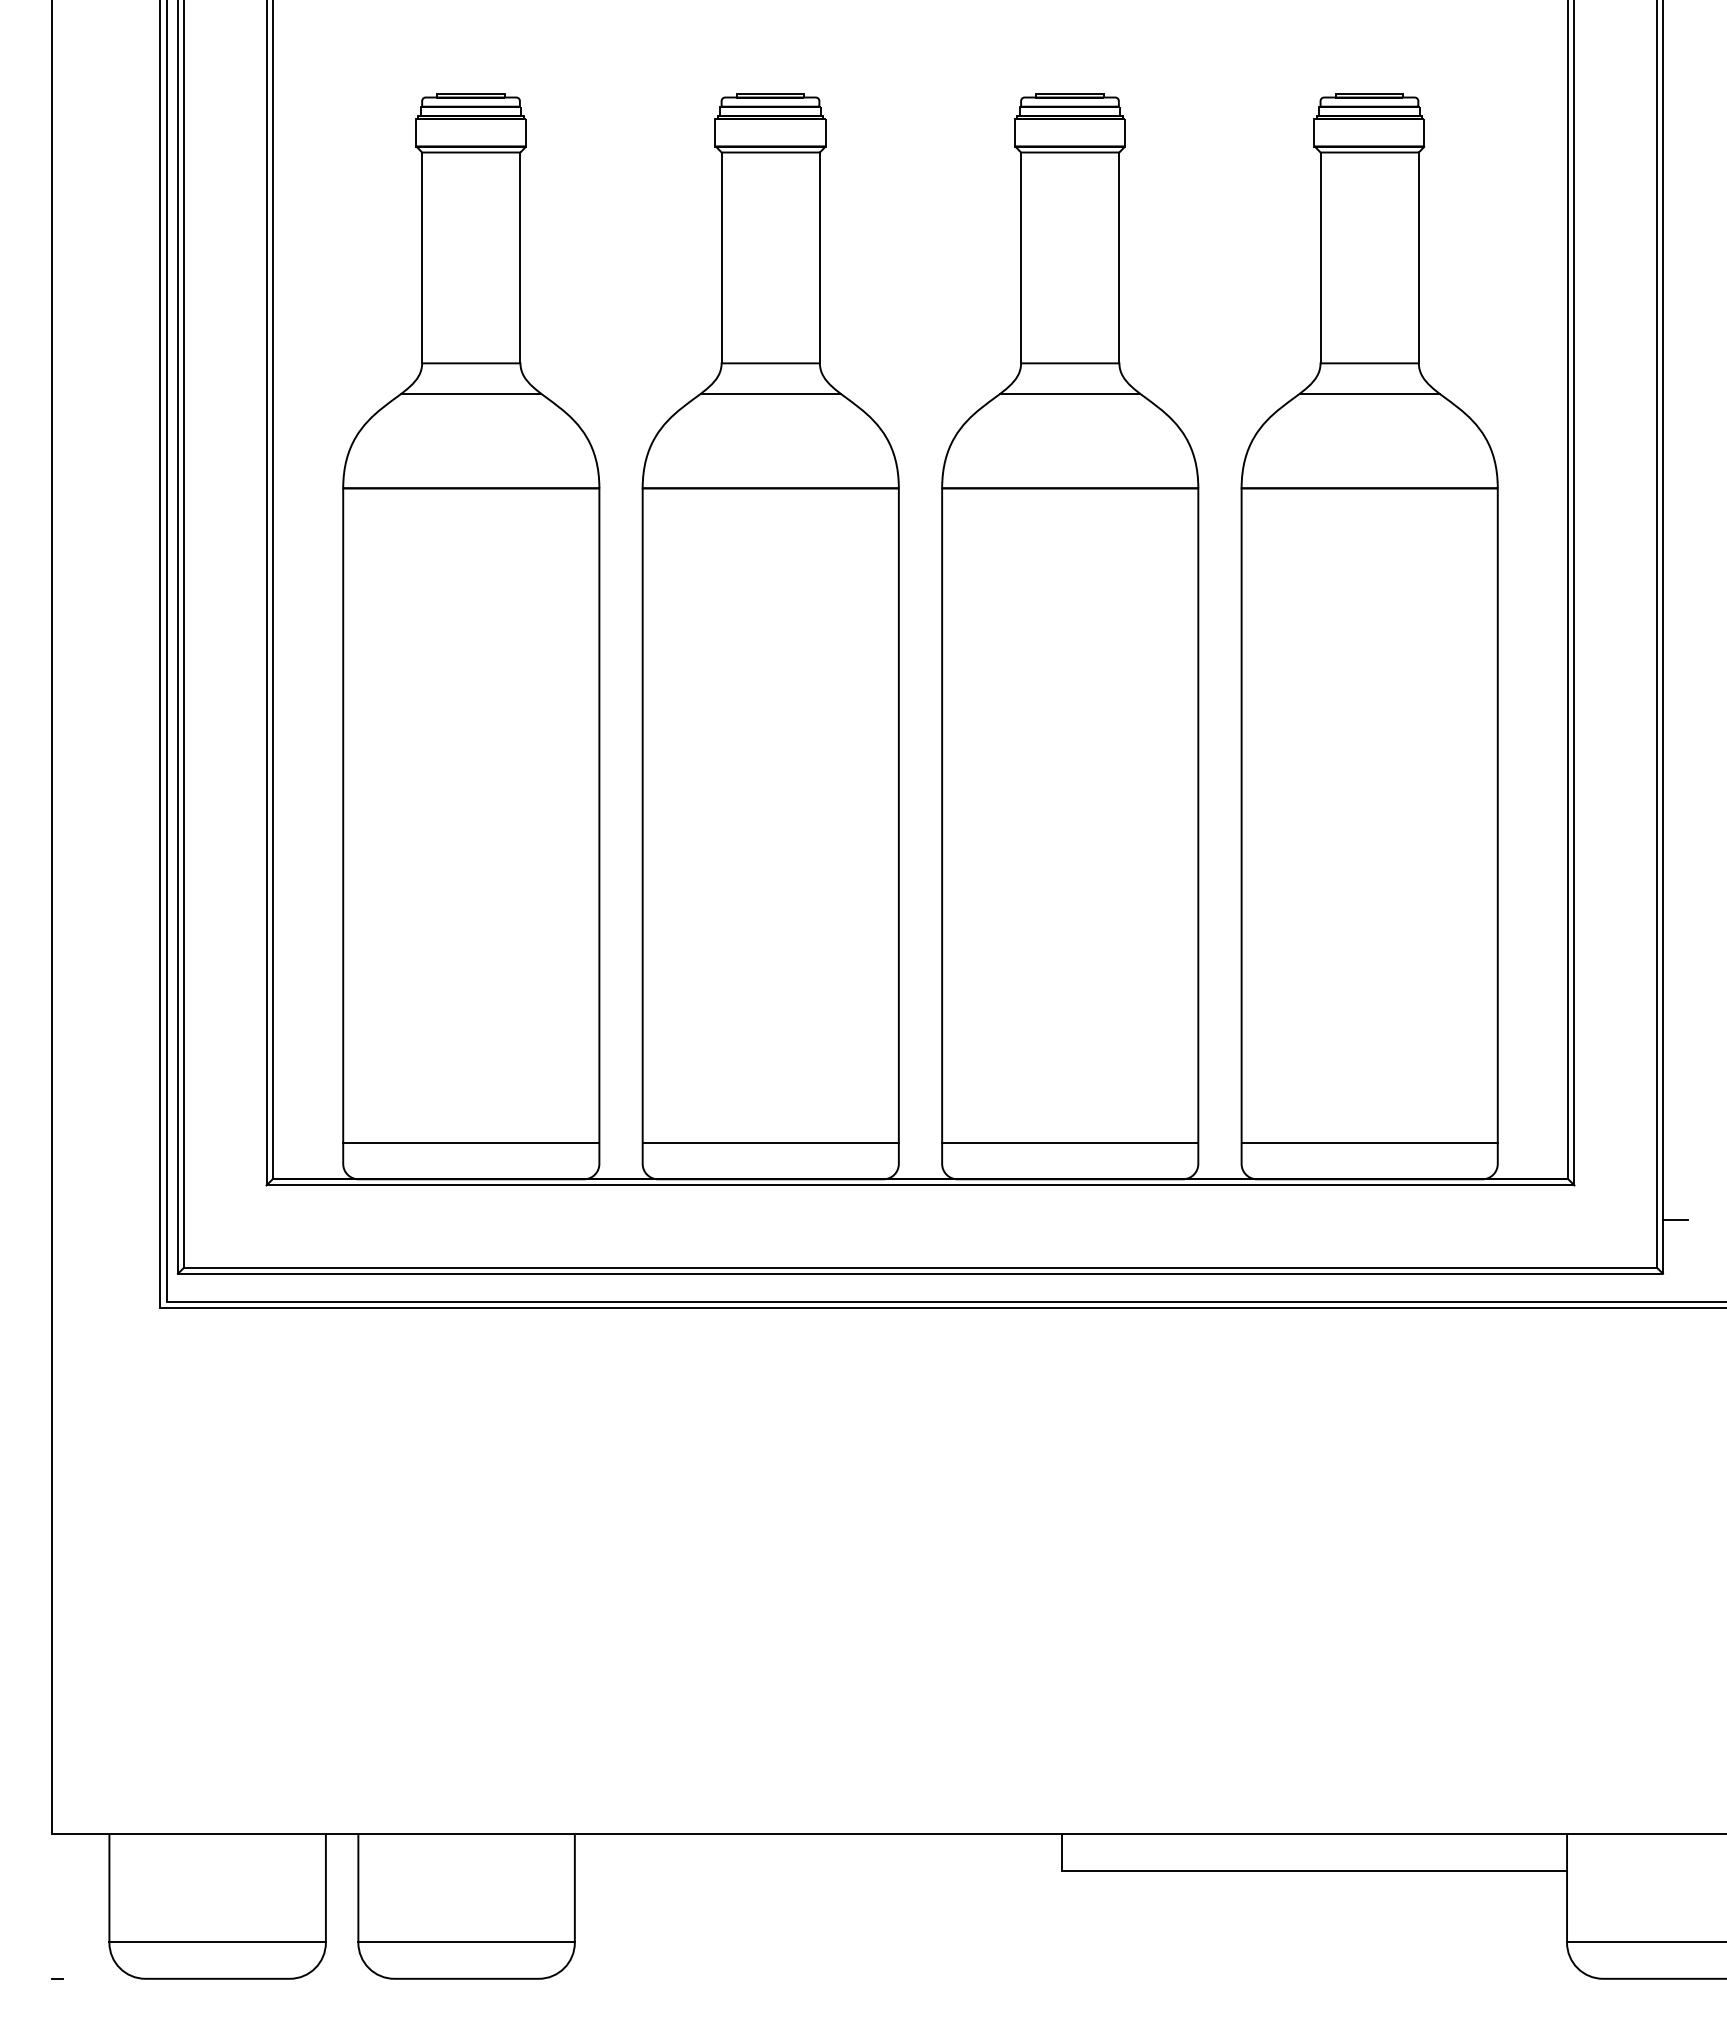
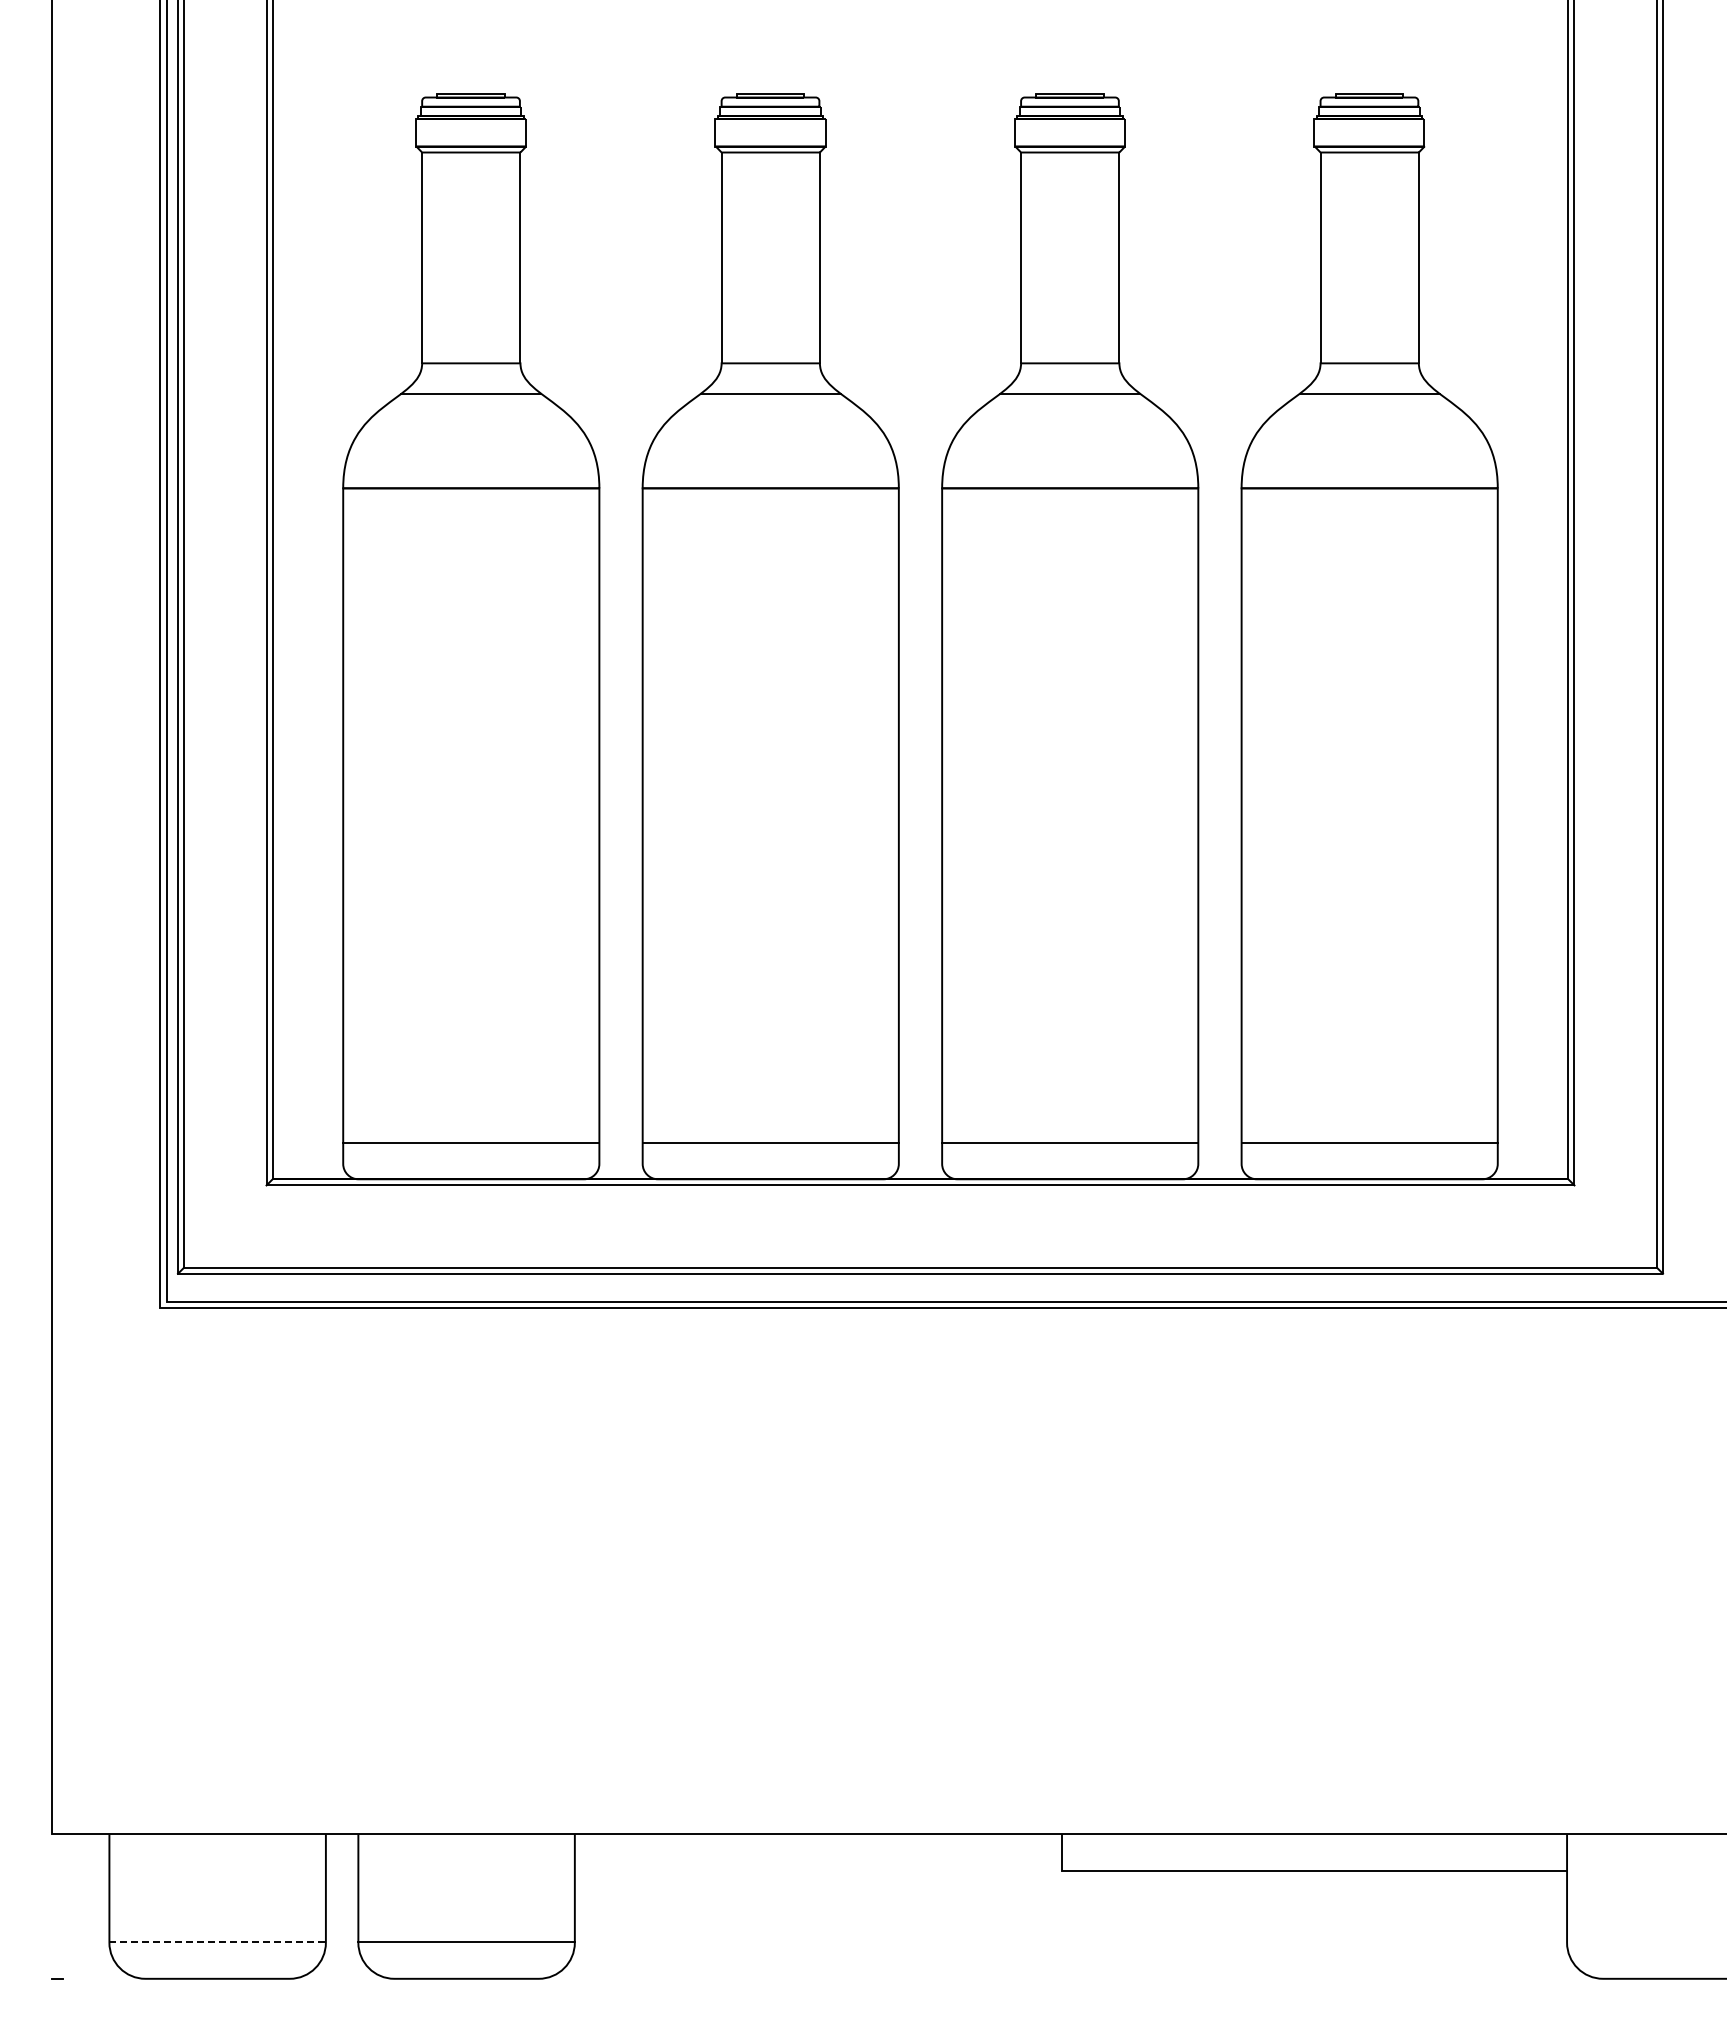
line at (1675, 1219): present -> none
line at (218, 1942): solid -> dashed
line at (1645, 1942): present -> none
